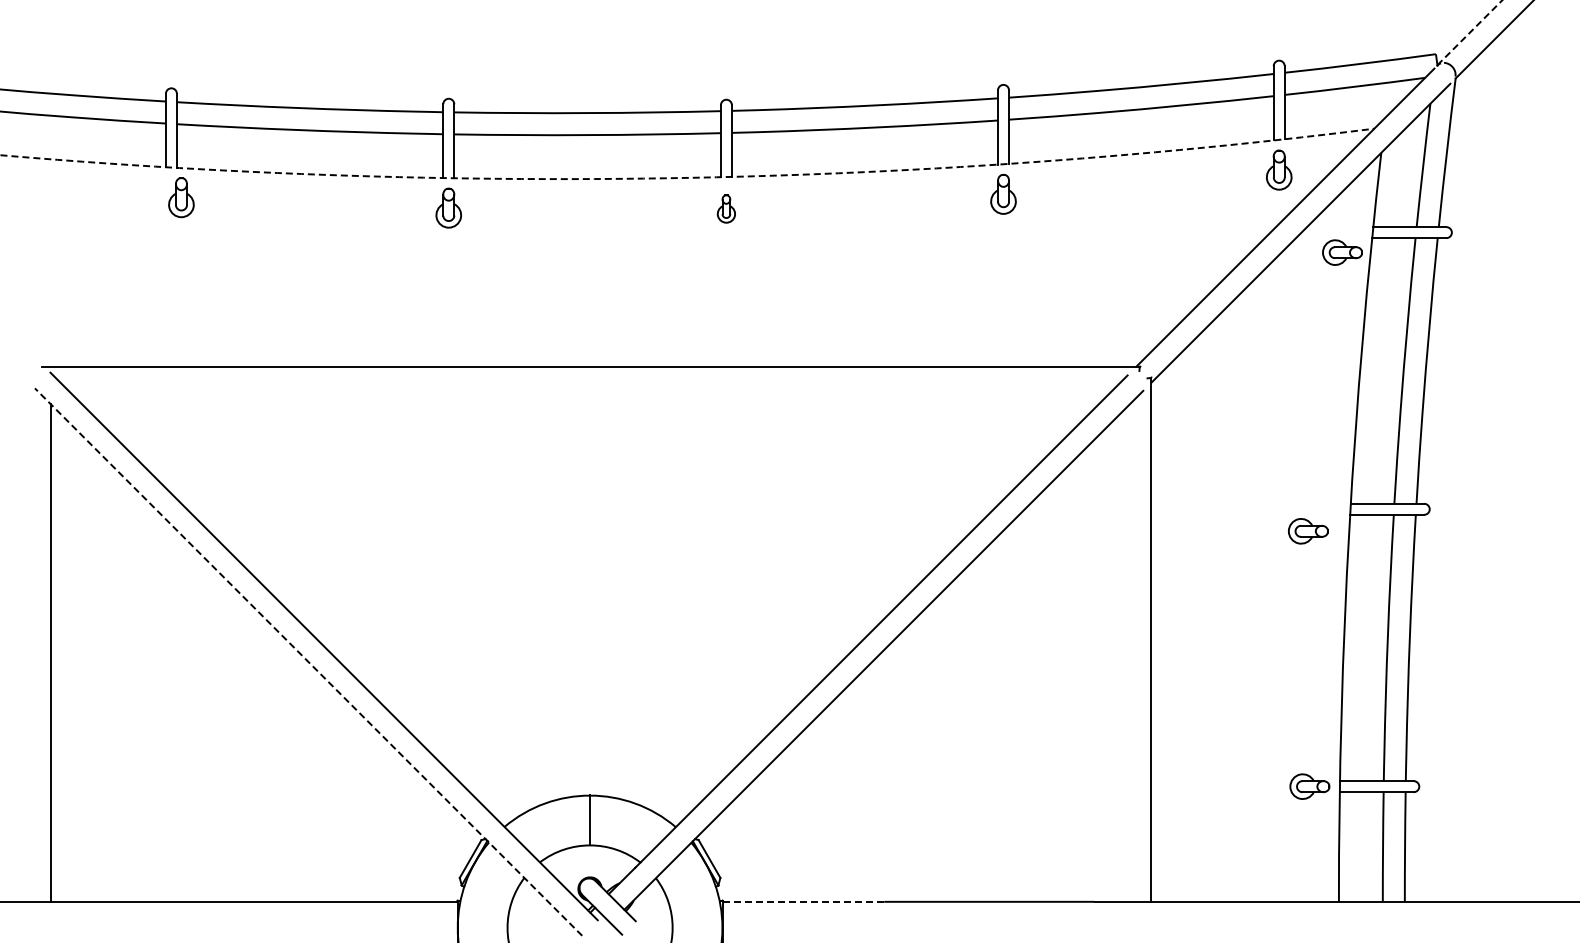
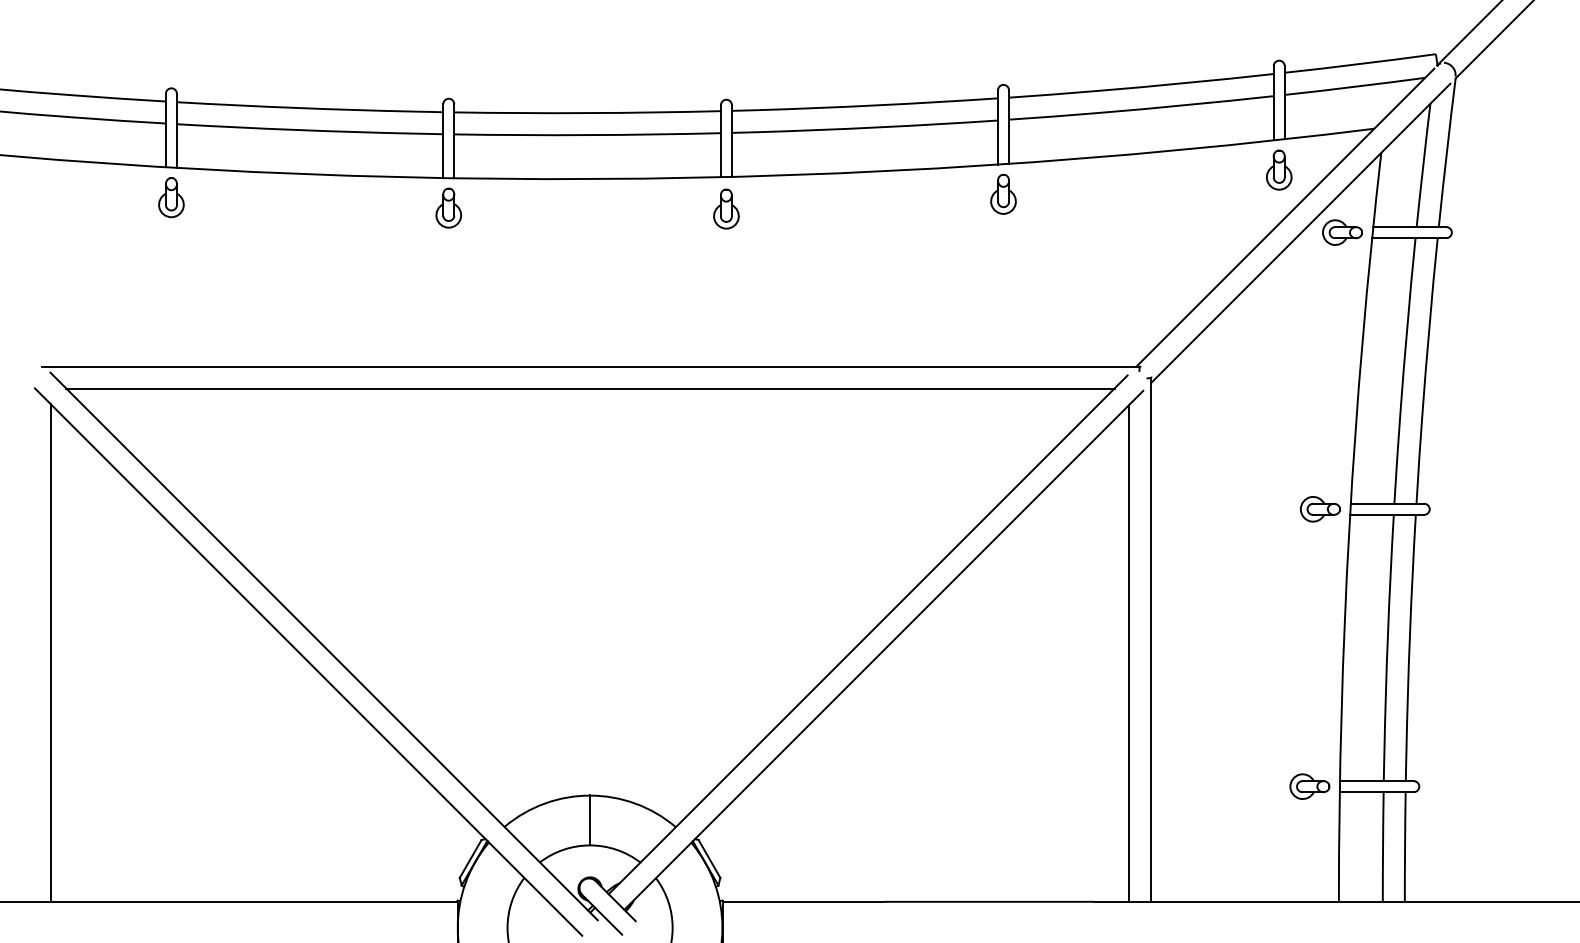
line at (1469, 32): dashed -> solid
arc at (688, 177): dashed -> solid
part at (181, 197) position: (181, 197) -> (171, 197)
part at (725, 208) size: 20x30 px -> 27x42 px
part at (1342, 252) position: (1342, 252) -> (1342, 232)
line at (590, 388): none -> present
part at (1308, 531) position: (1308, 531) -> (1320, 509)
line at (1129, 652): none -> present
line at (308, 661): dashed -> solid
line at (803, 901): dashed -> solid
